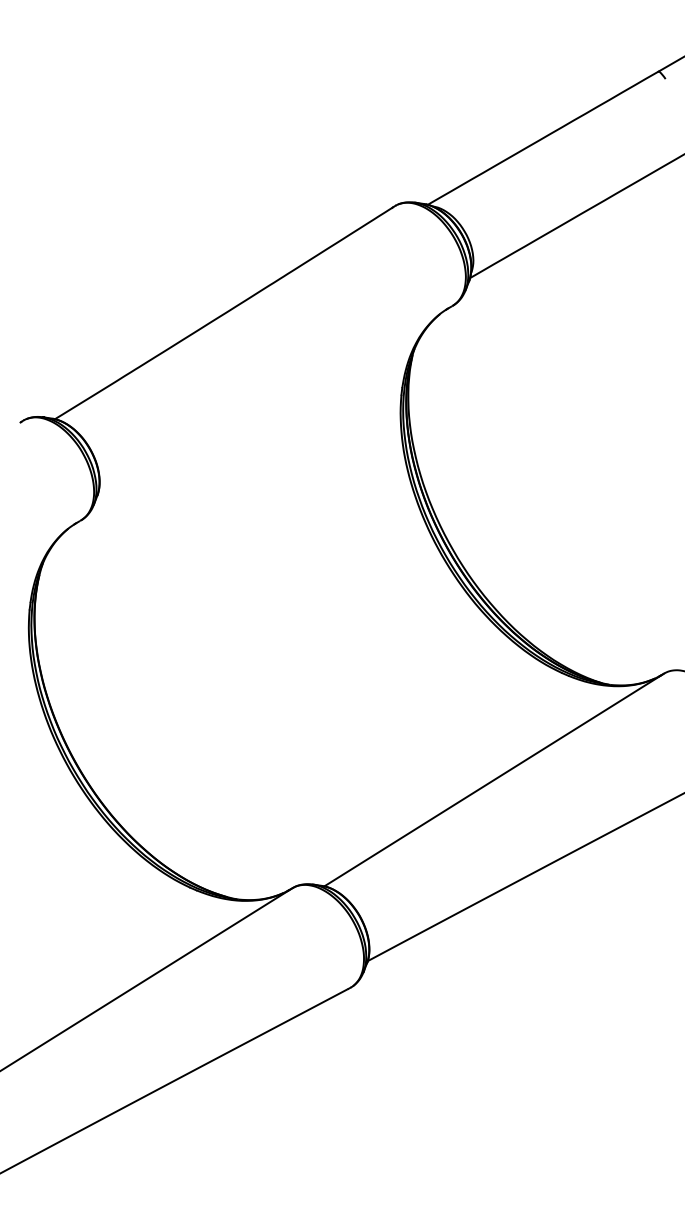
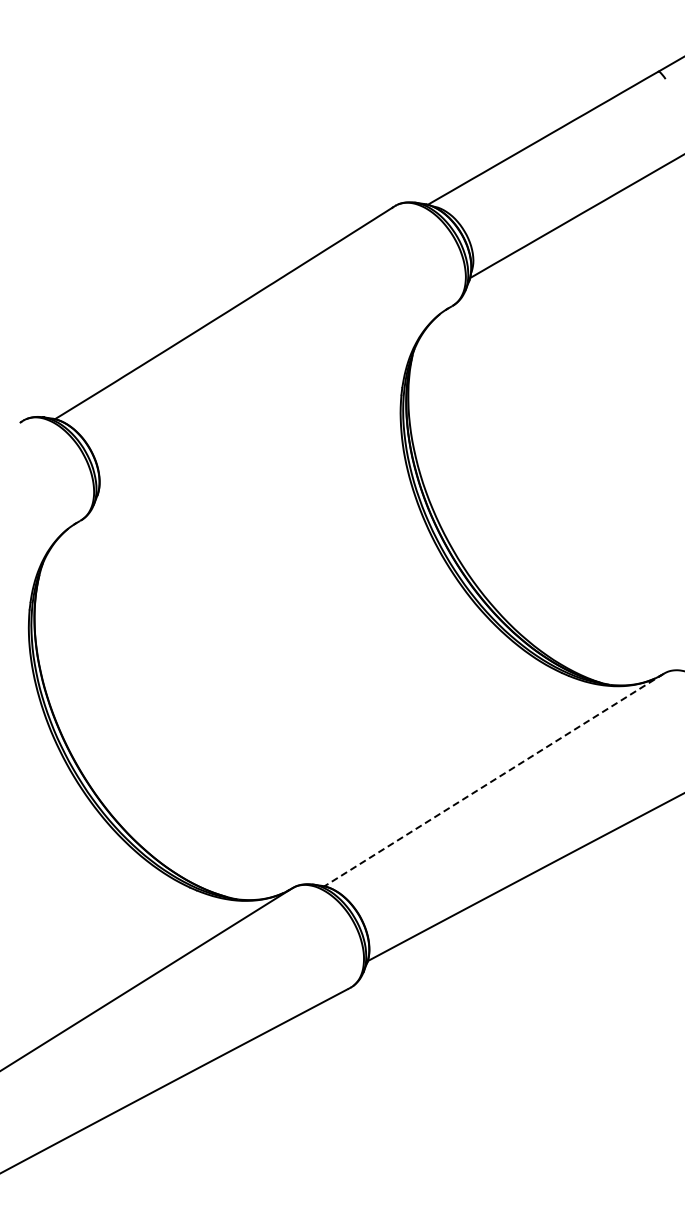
line at (493, 780): solid -> dashed
